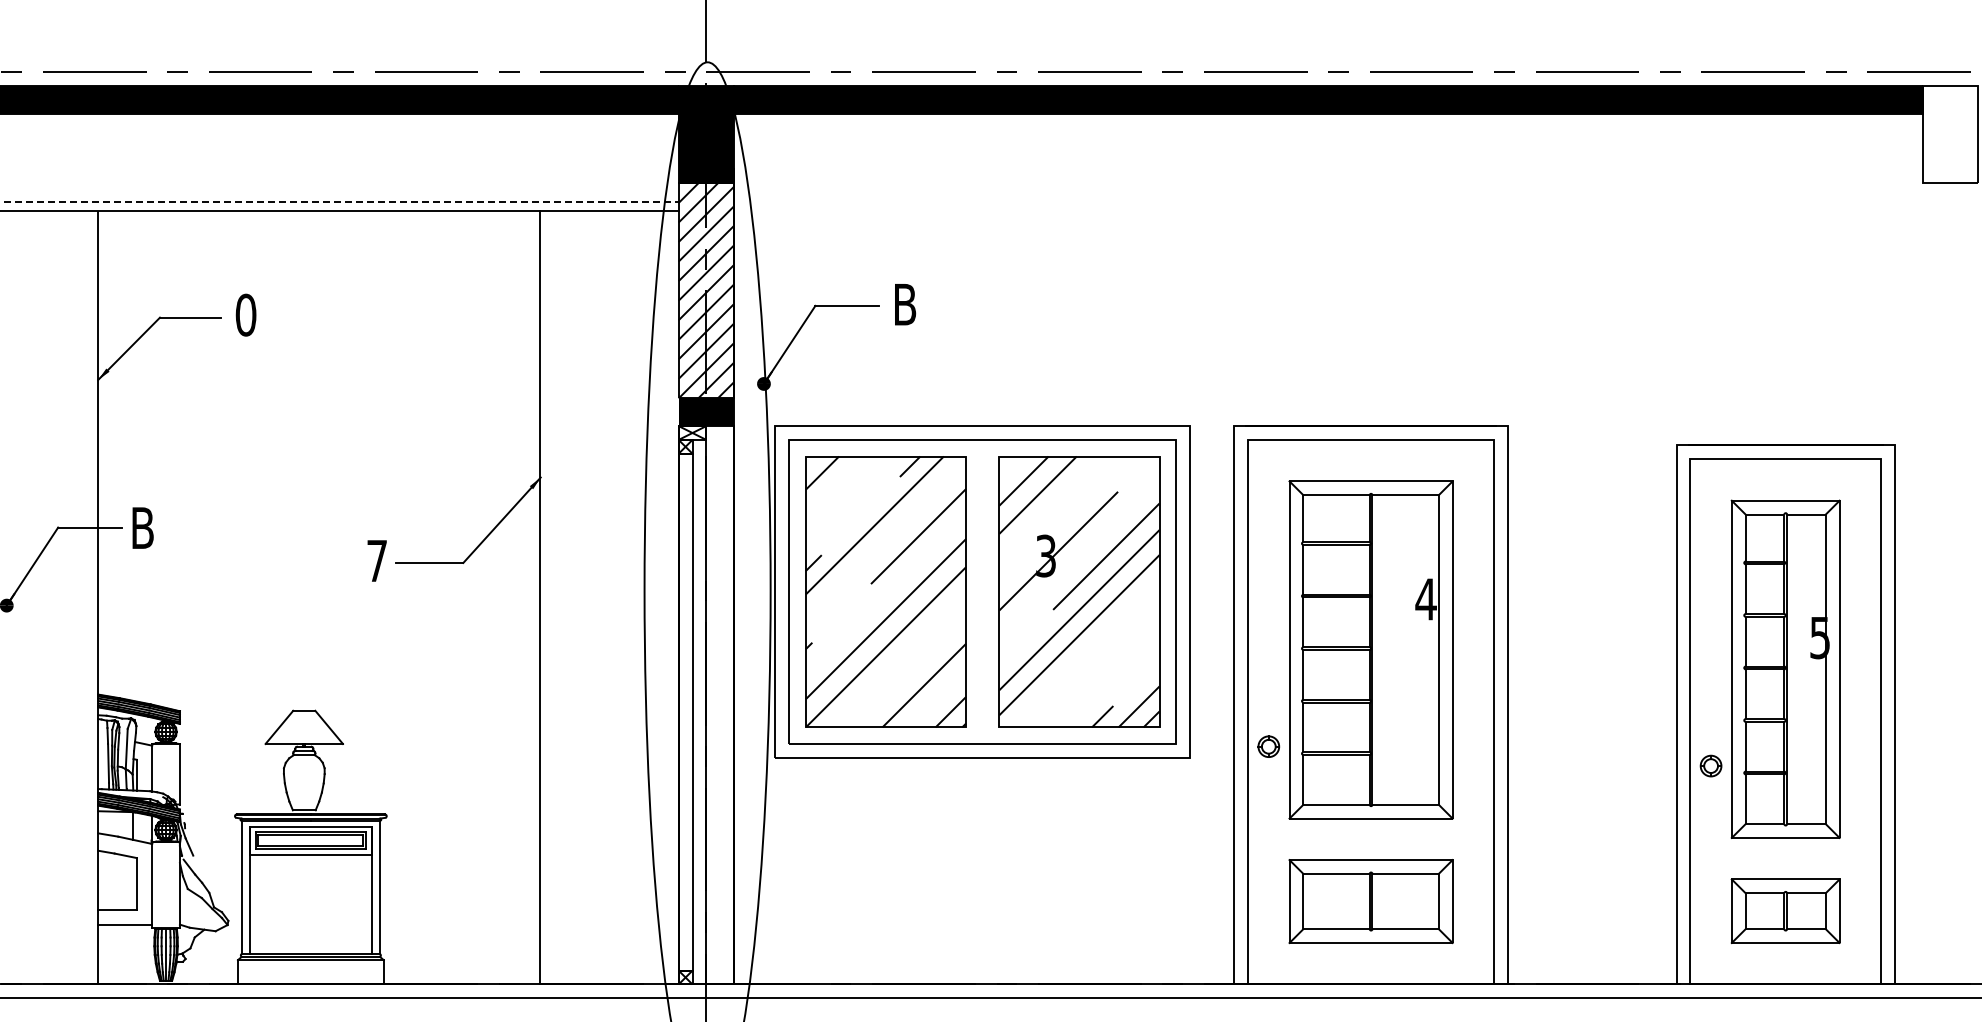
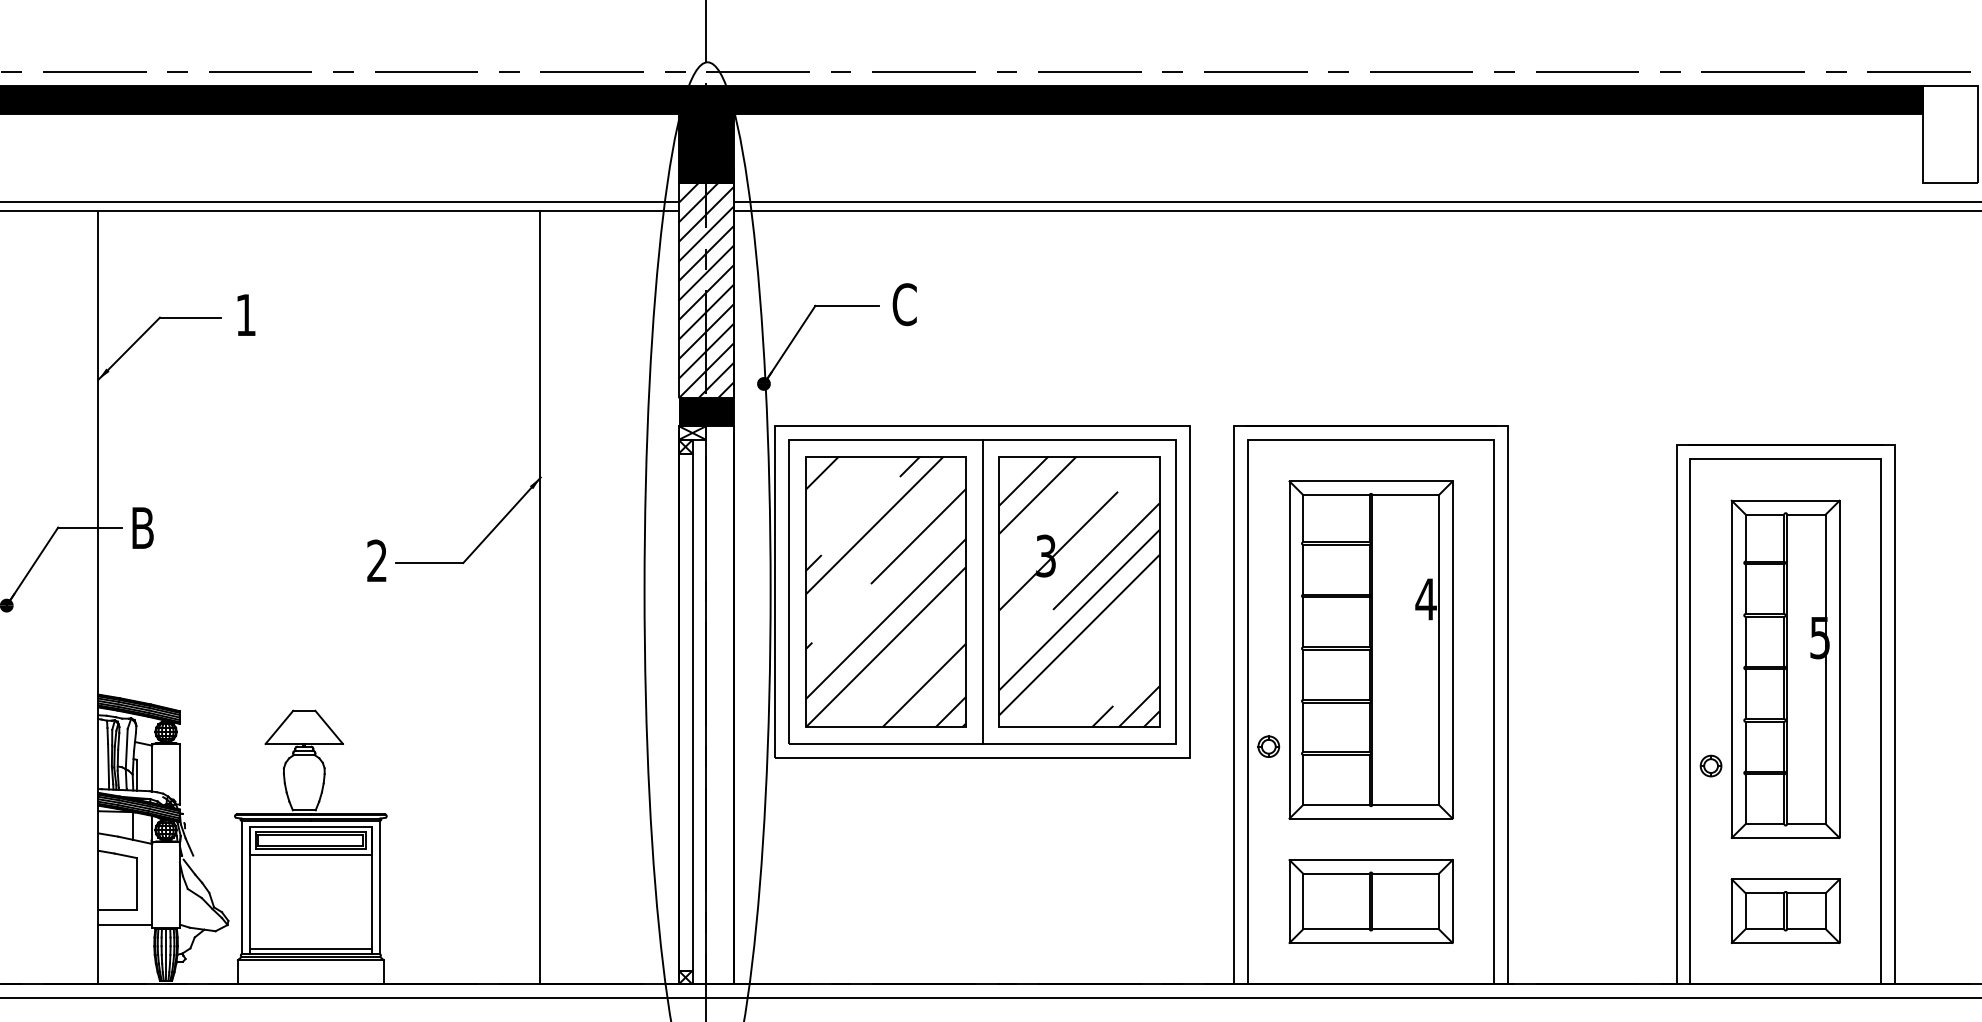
line at (339, 202): dashed -> solid
line at (1355, 202): none -> present
line at (1355, 210): none -> present
text at (904, 304): B -> C
text at (245, 314): 0 -> 1
text at (376, 560): 7 -> 2
line at (982, 591): none -> present
line at (310, 948): none -> present
